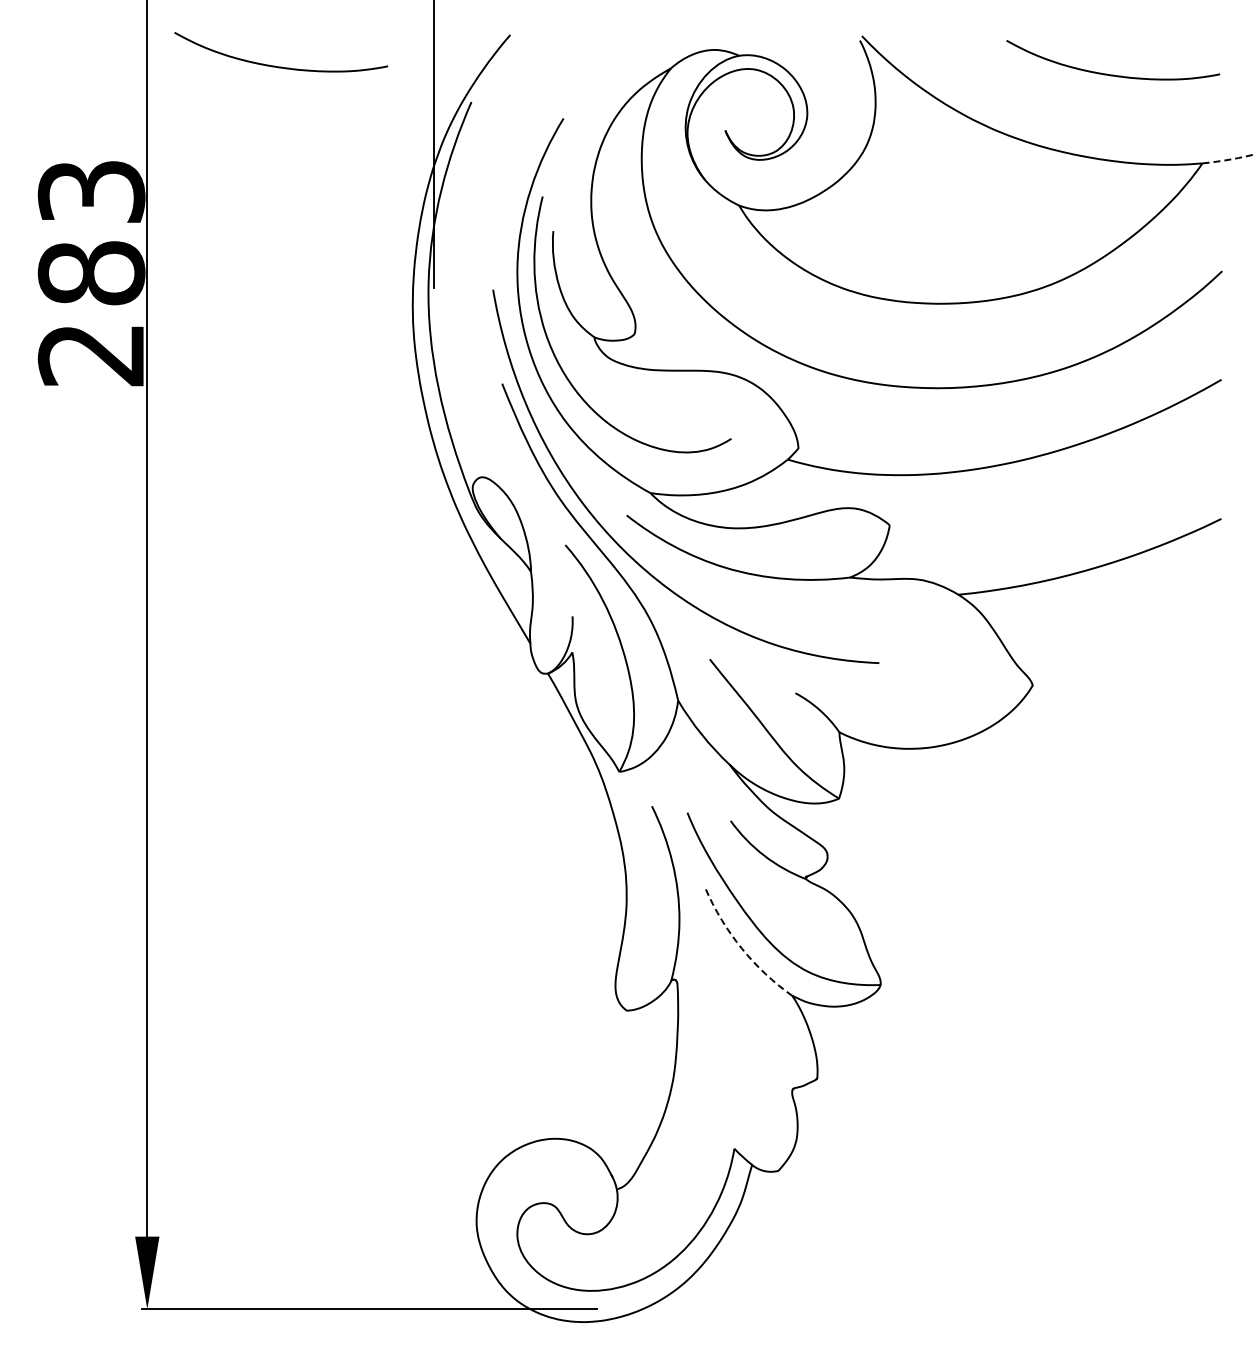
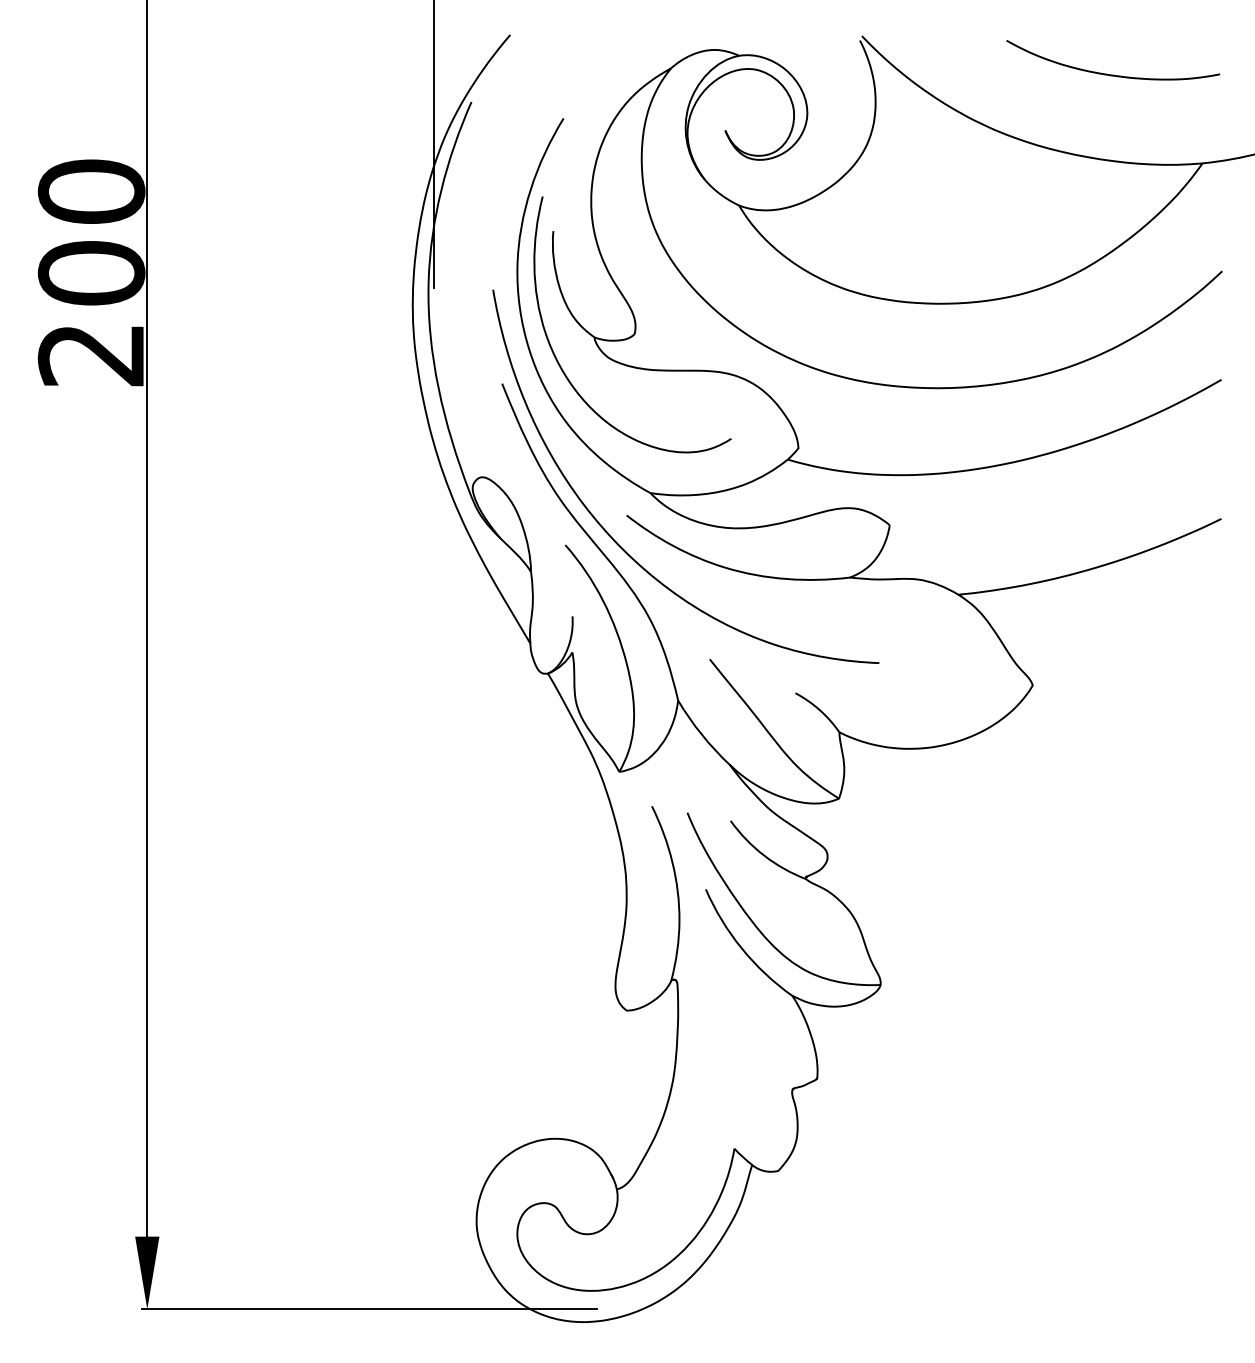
curve at (281, 66): present -> none
arc at (1229, 159): dashed -> solid
text at (91, 232): 283 -> 200
arc at (741, 948): dashed -> solid
